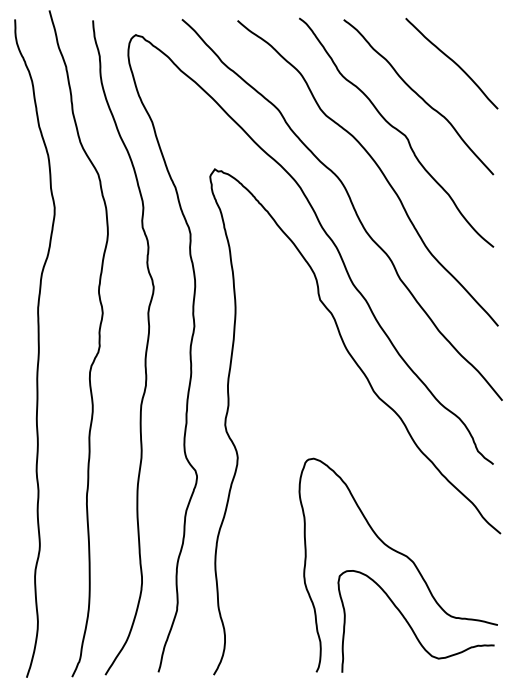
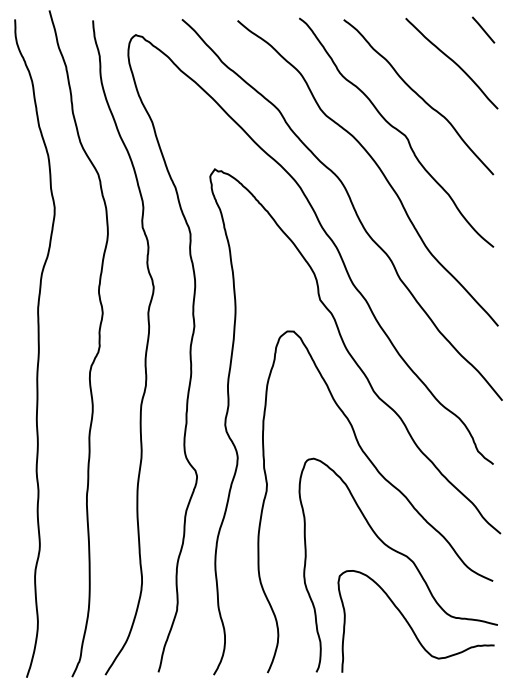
line at (483, 29): none -> present
curve at (388, 483): none -> present
